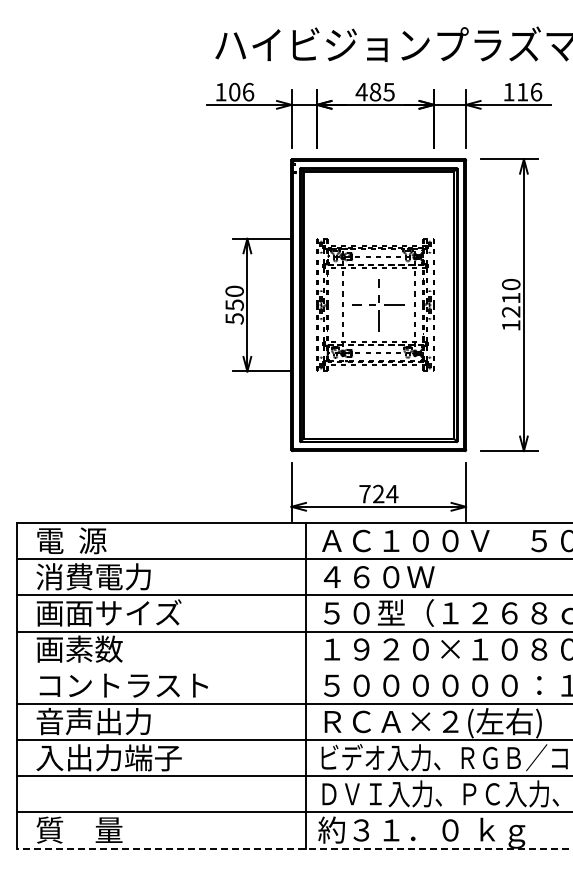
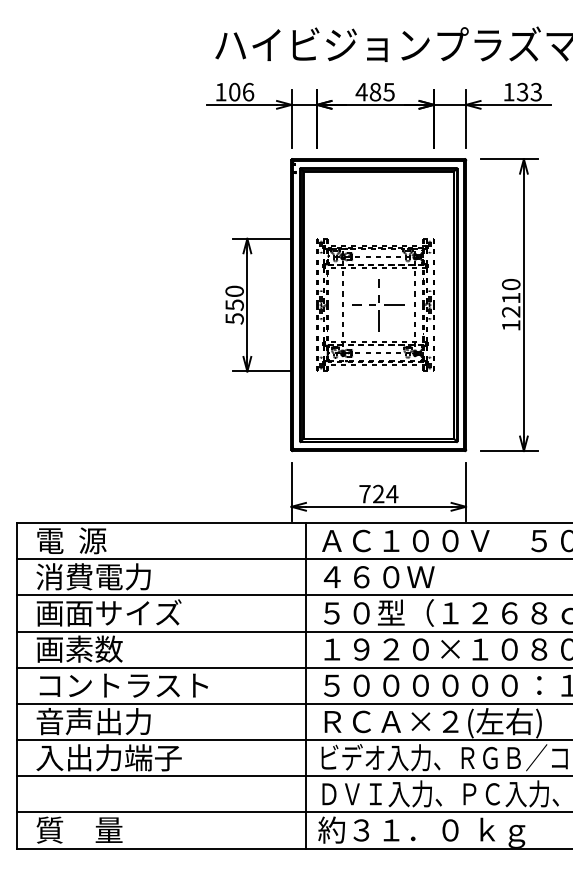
text at (529, 91): 116 -> 133
line at (293, 667): none -> present
line at (294, 848): dashed -> solid
